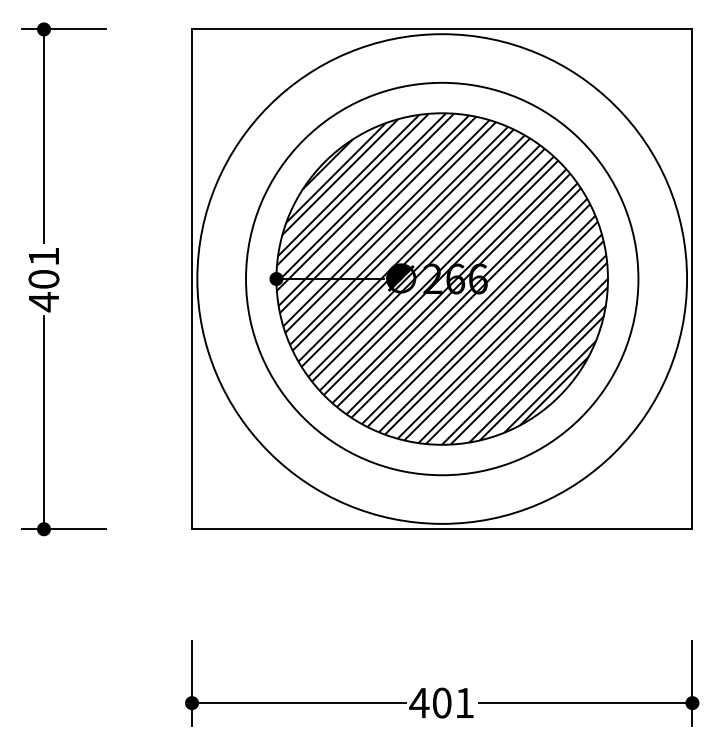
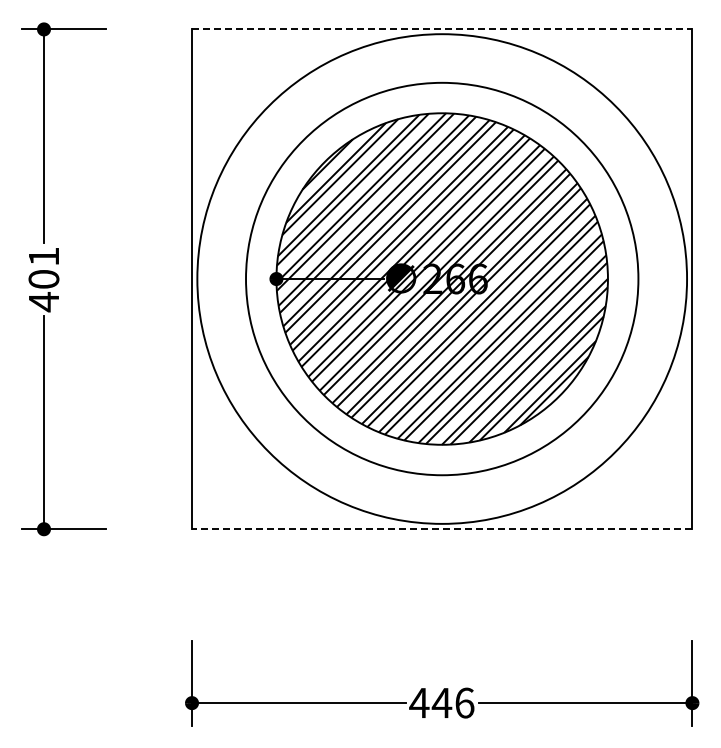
line at (442, 29): solid -> dashed
line at (441, 529): solid -> dashed
text at (452, 702): 401 -> 446
